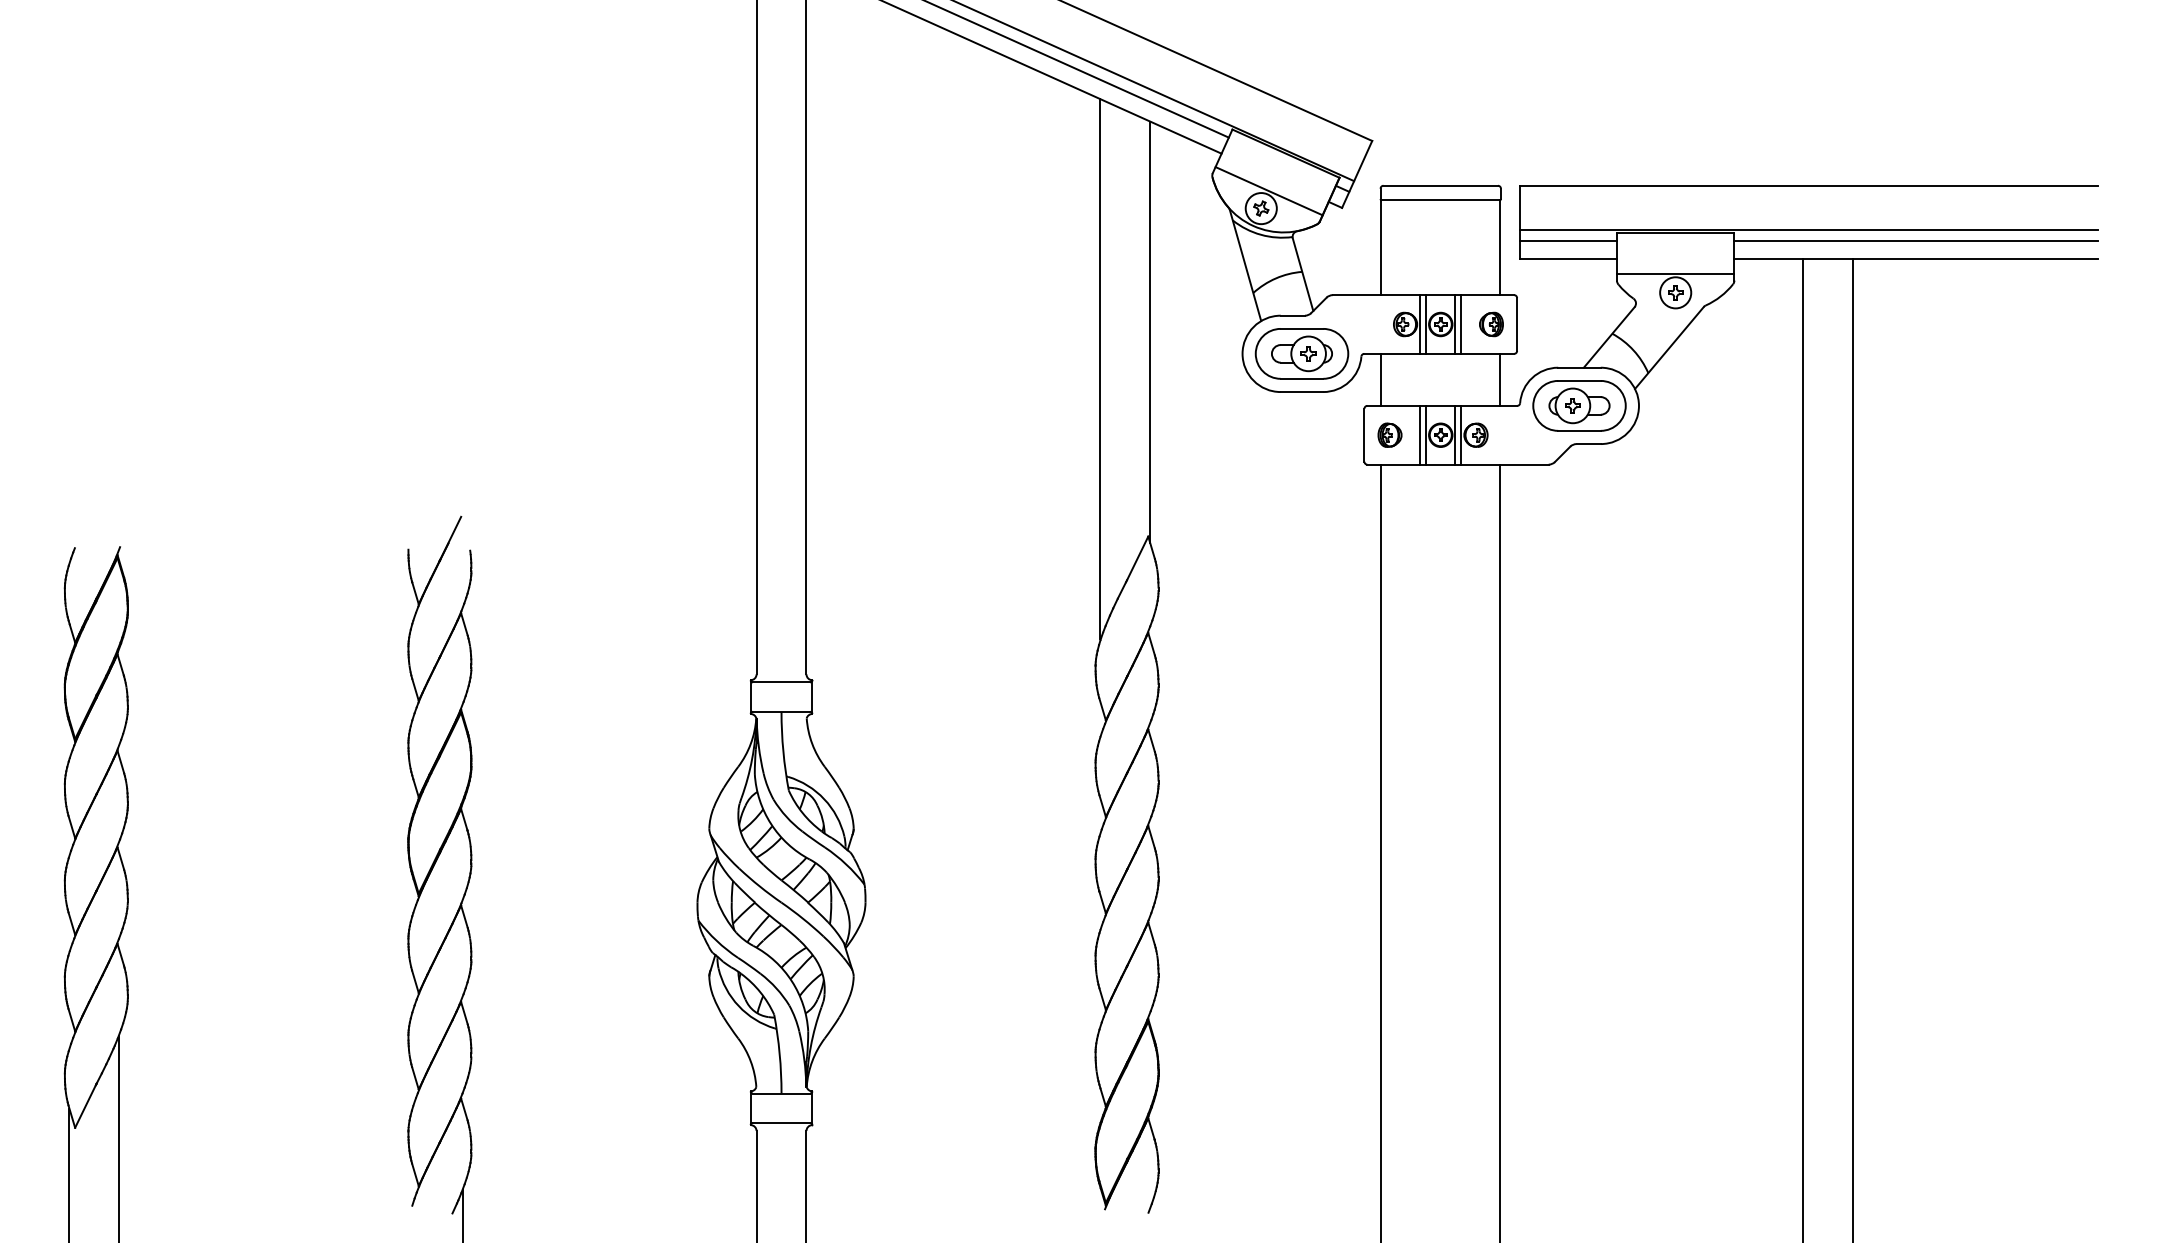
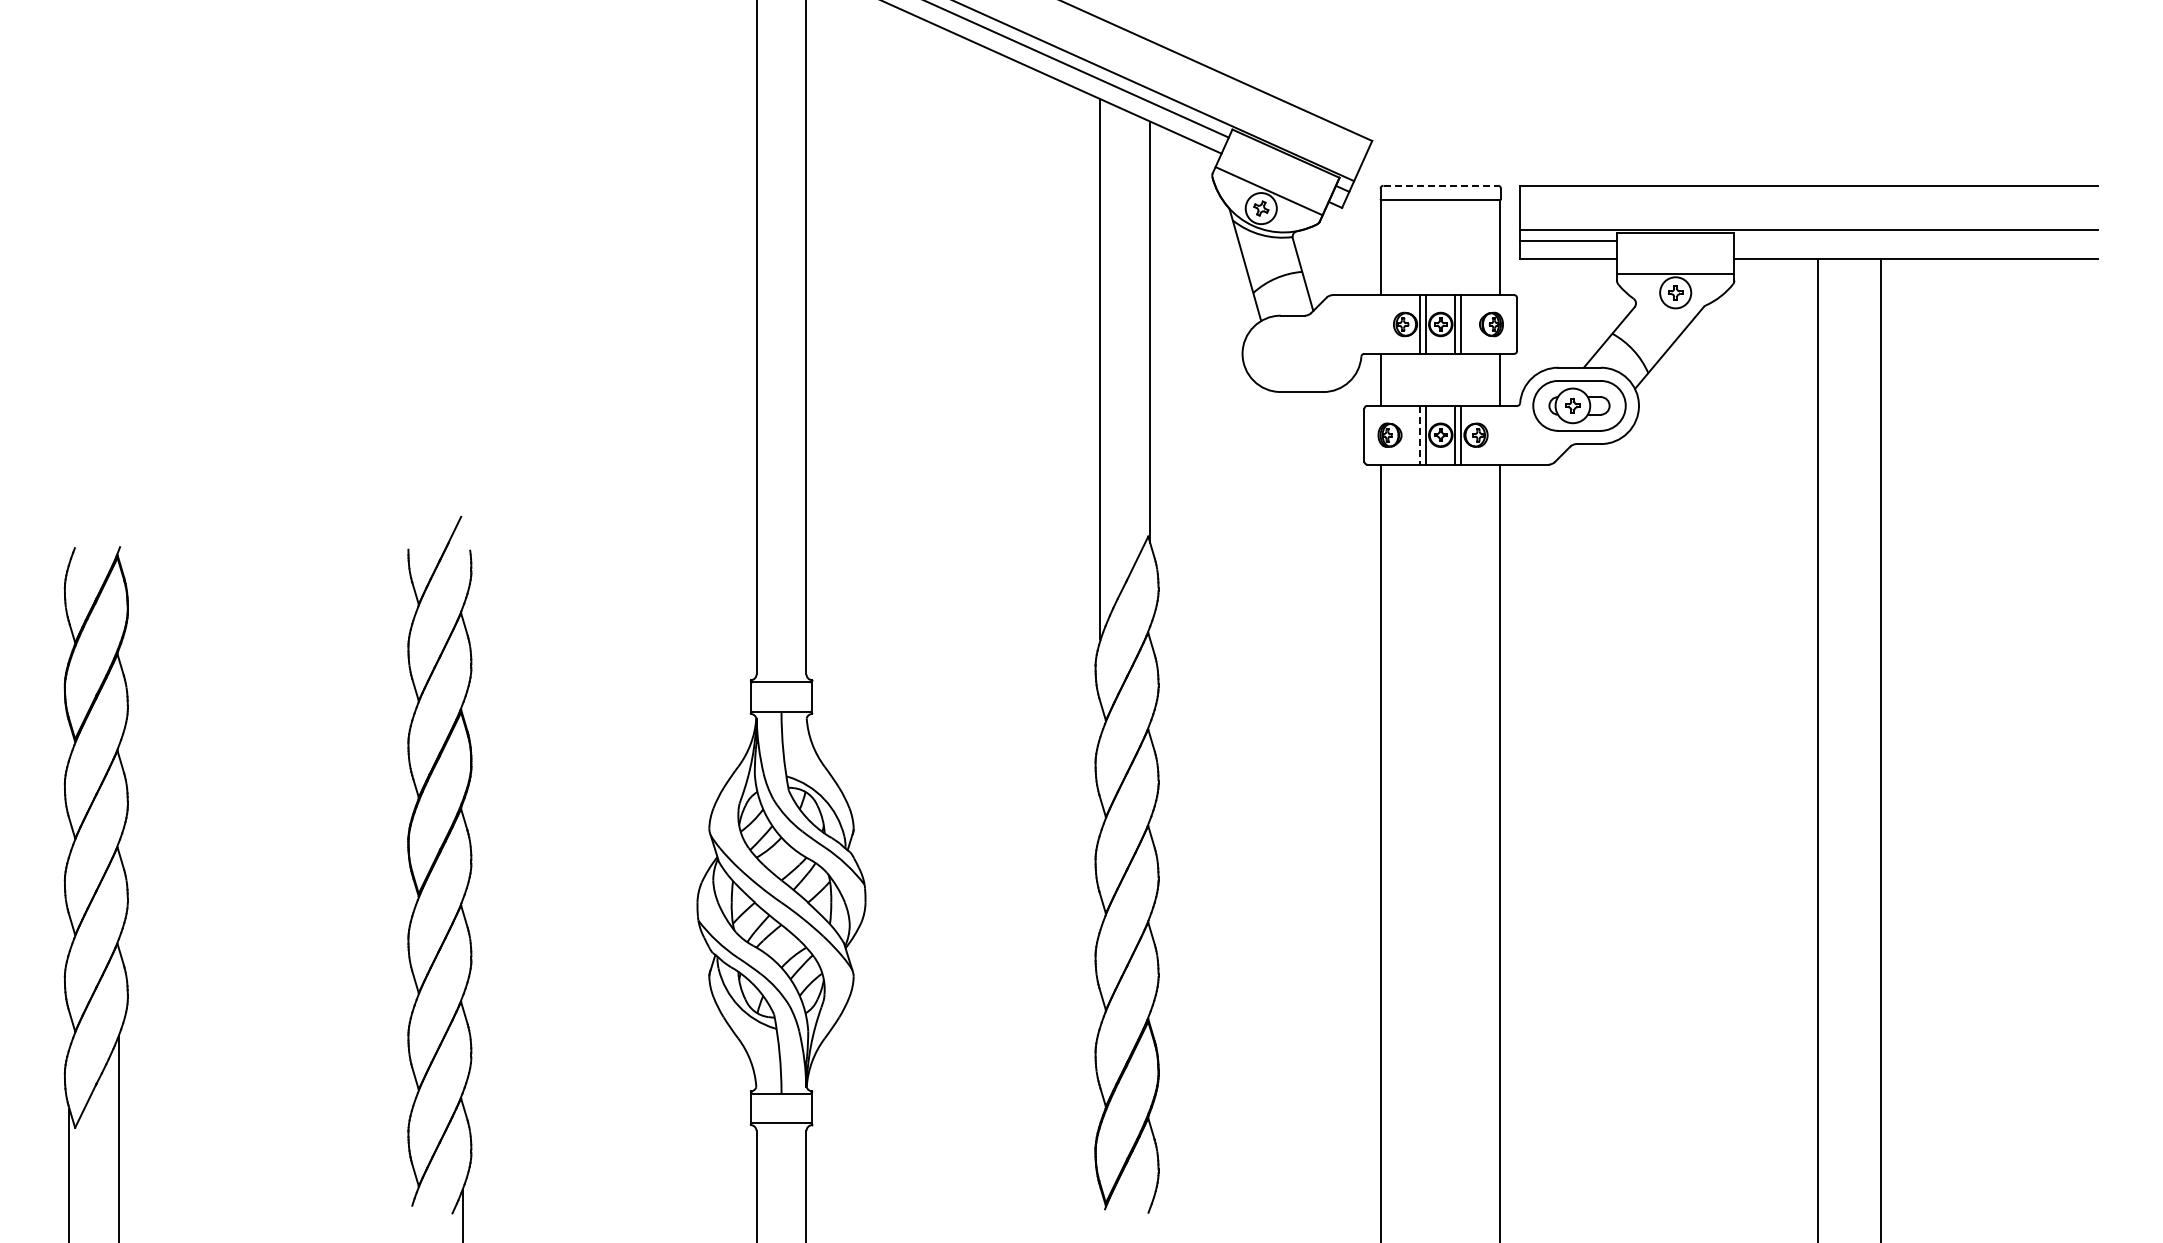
line at (1441, 185): solid -> dashed
line at (1916, 241): present -> none
part at (1301, 353): present -> none
line at (1420, 435): solid -> dashed
line at (1803, 749) position: (1803, 749) -> (1818, 749)
line at (1853, 749) position: (1853, 749) -> (1881, 749)
